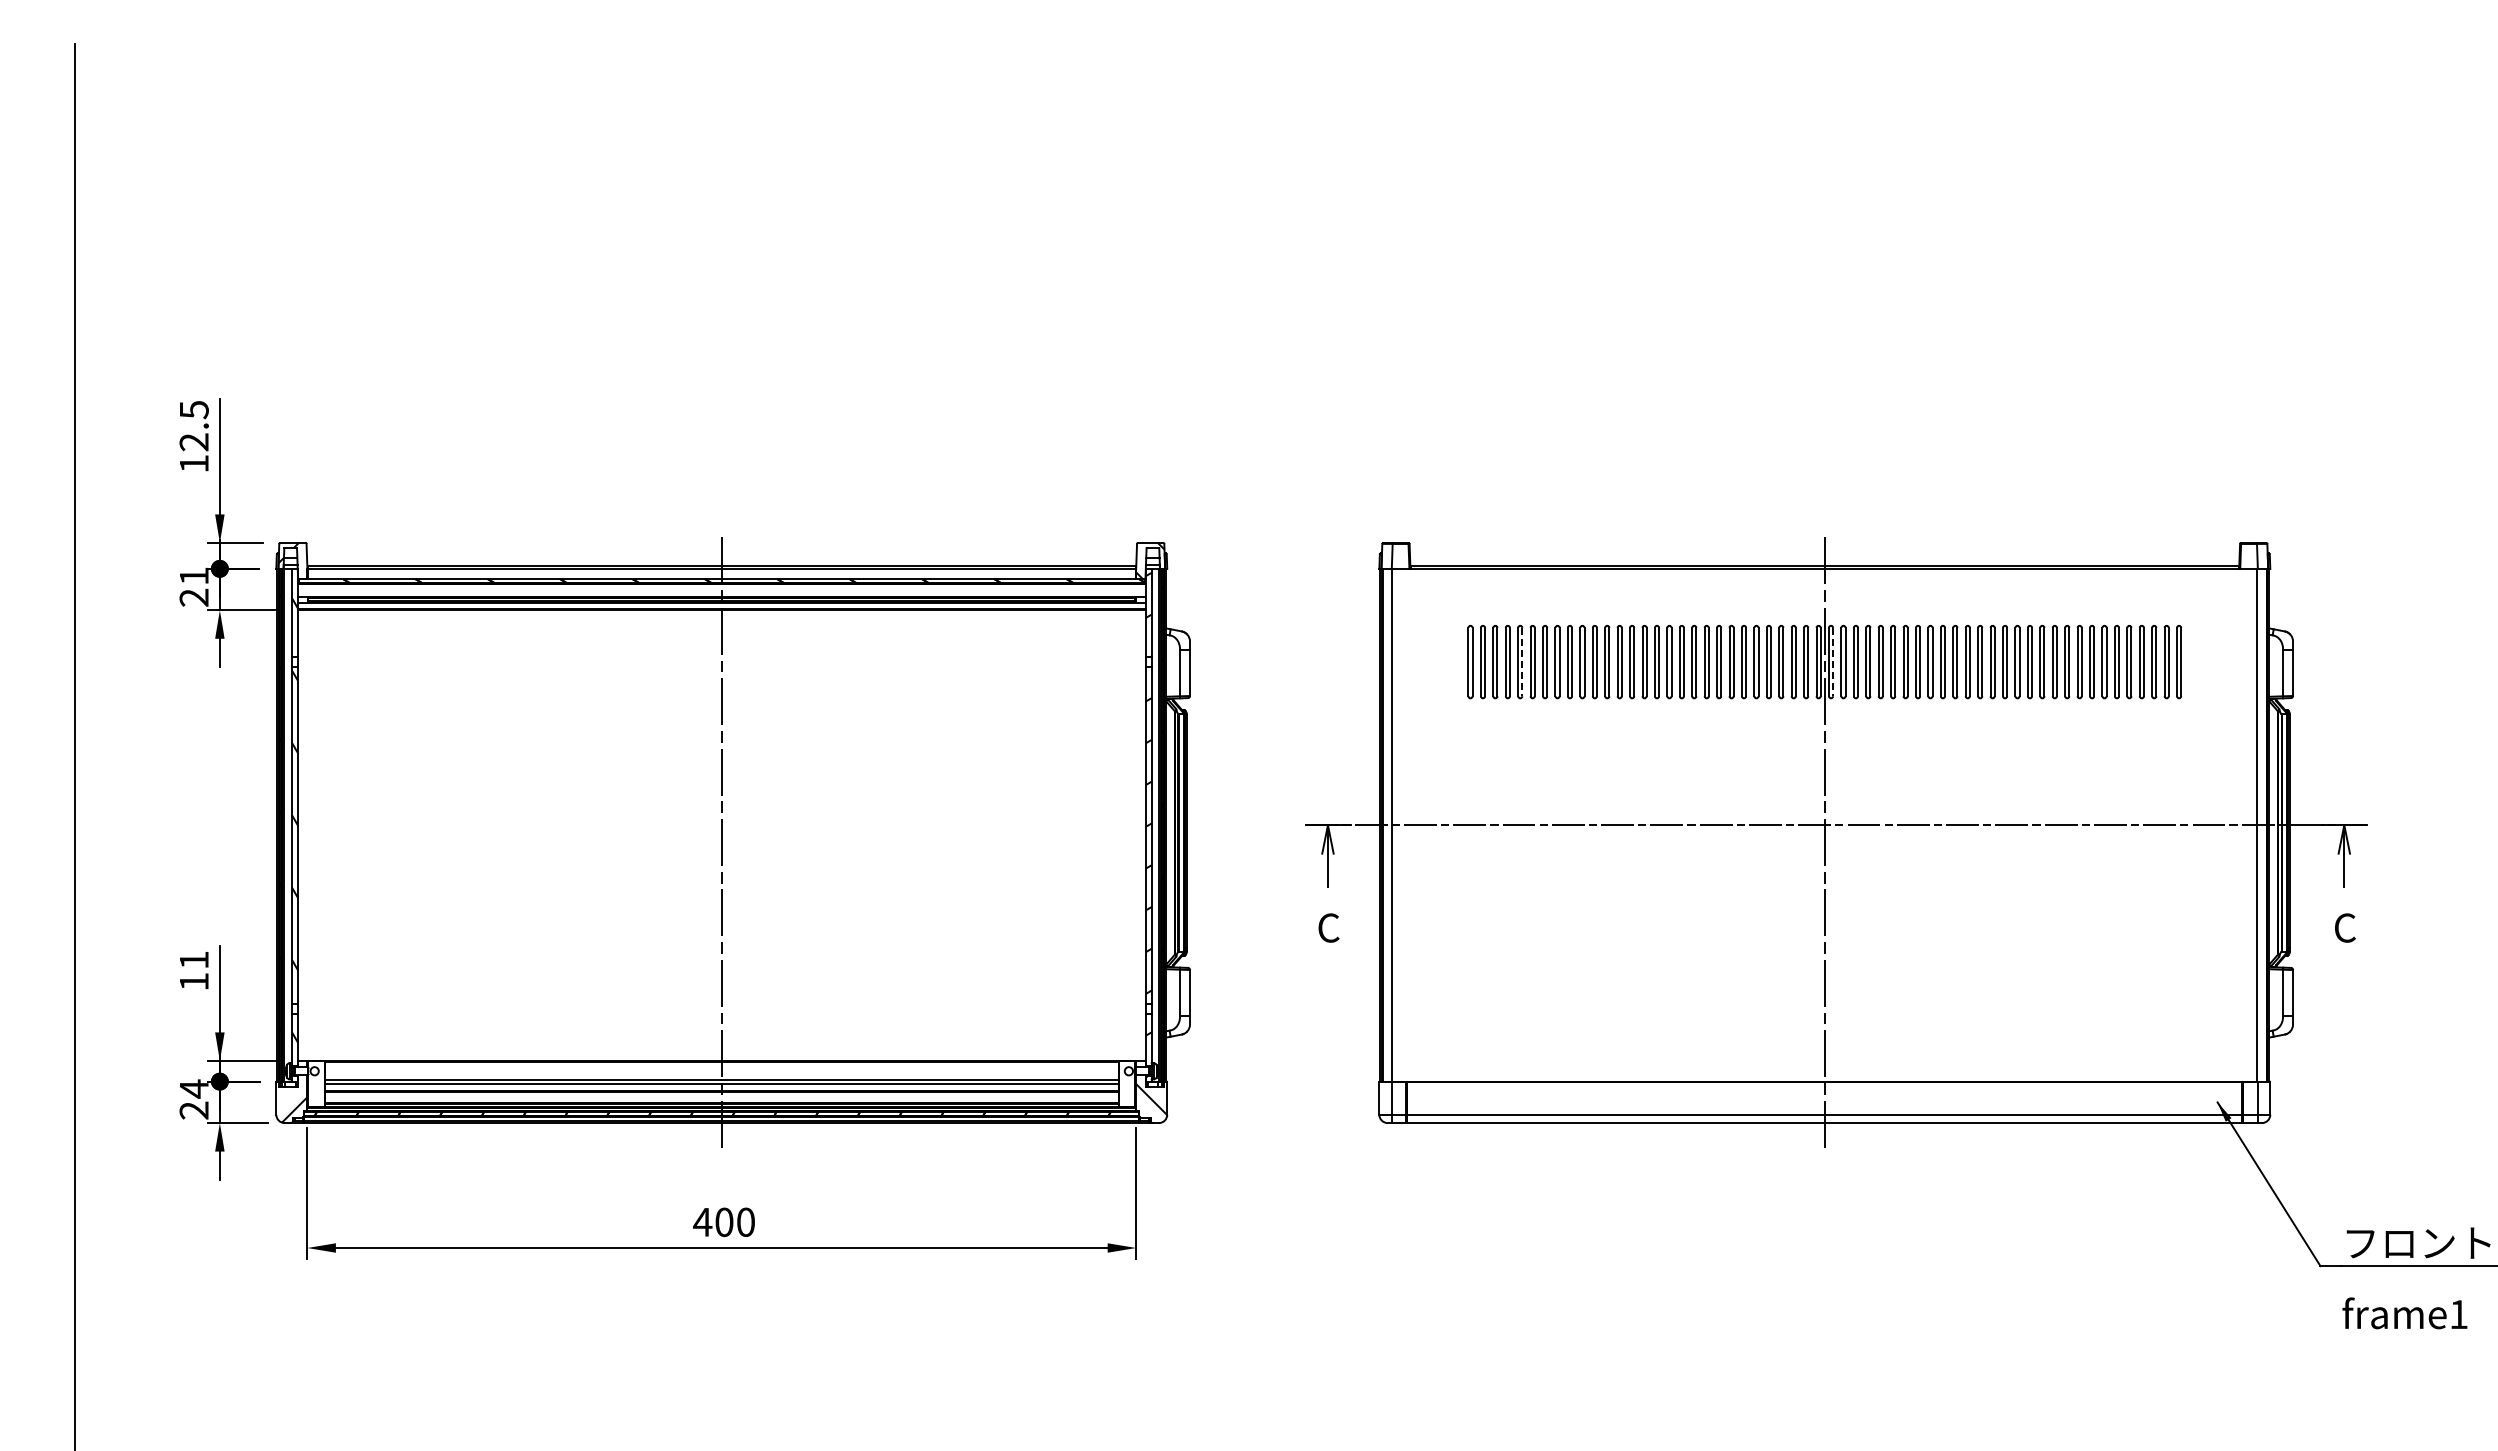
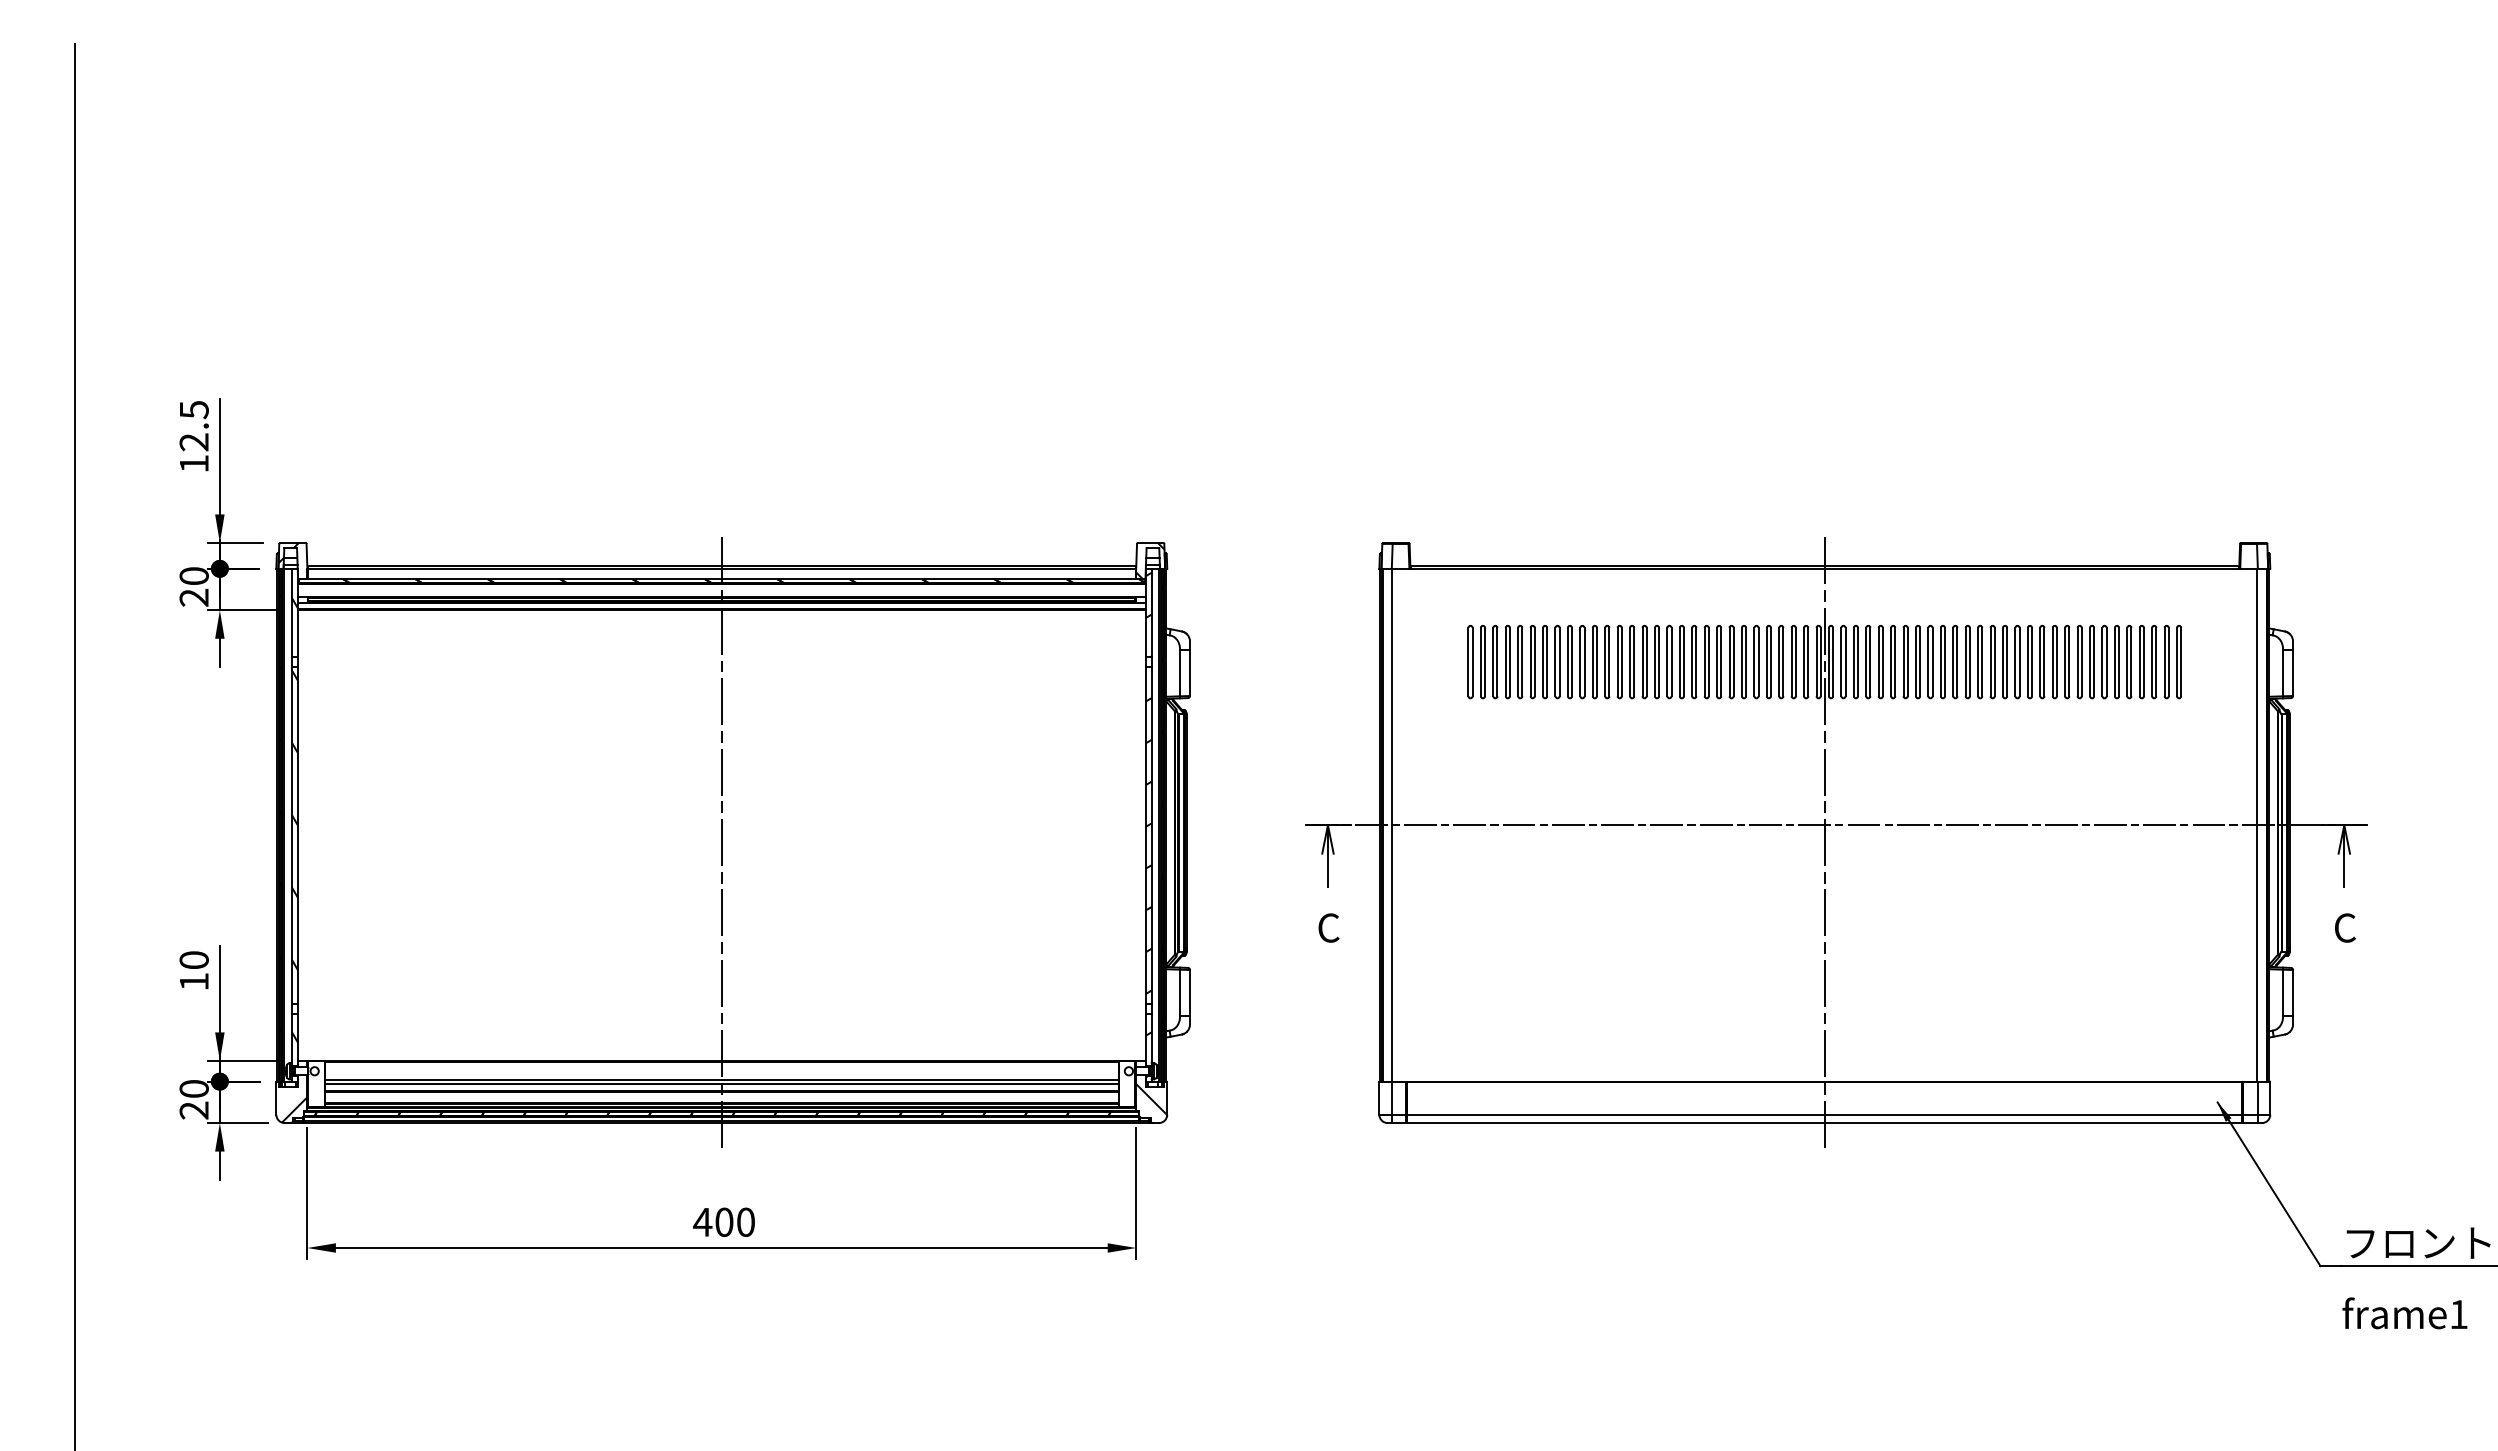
text at (193, 575): 21 -> 20
line at (1522, 662): dashed -> solid
line at (1833, 662): dashed -> solid
text at (193, 959): 11 -> 10
text at (193, 1088): 24 -> 20
